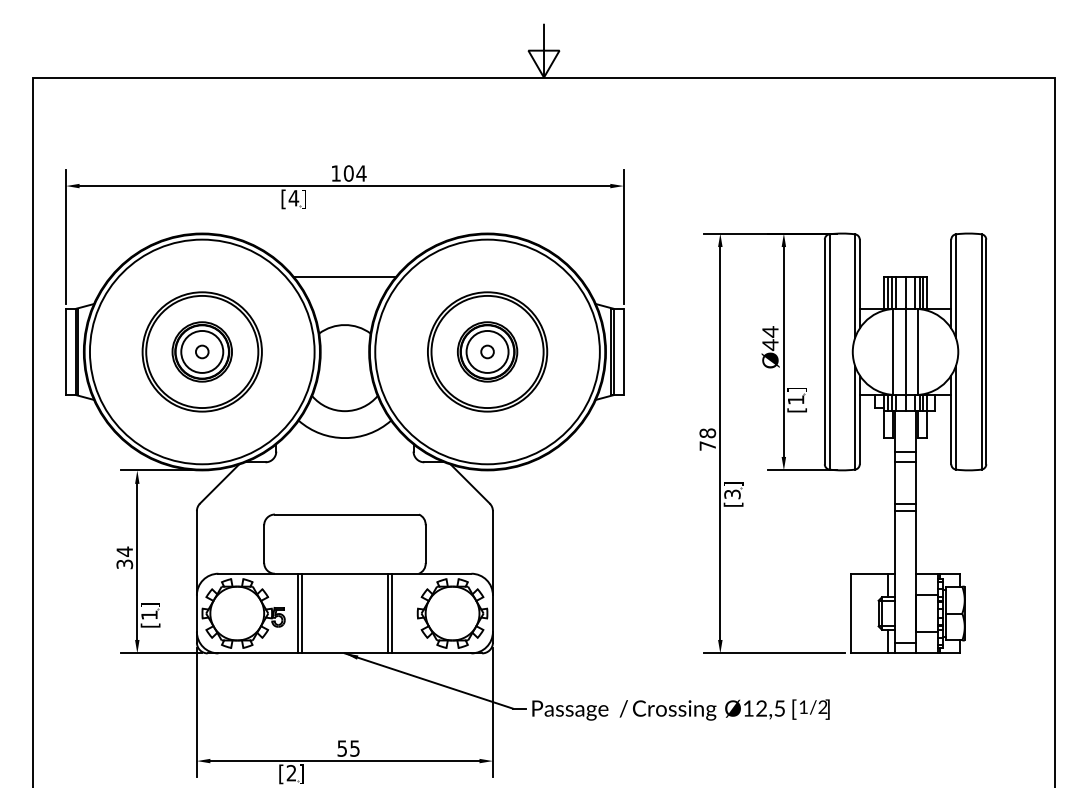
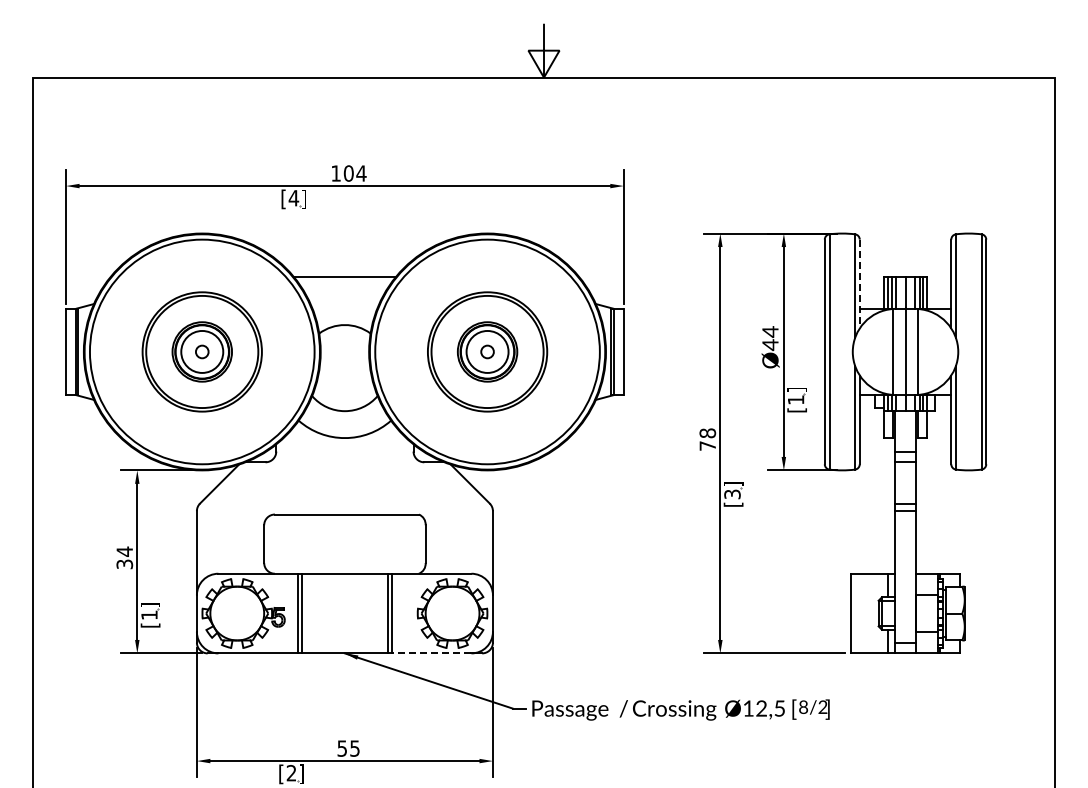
line at (859, 284): solid -> dashed
line at (431, 653): solid -> dashed
text at (803, 706): 1/2 -> 8/2
